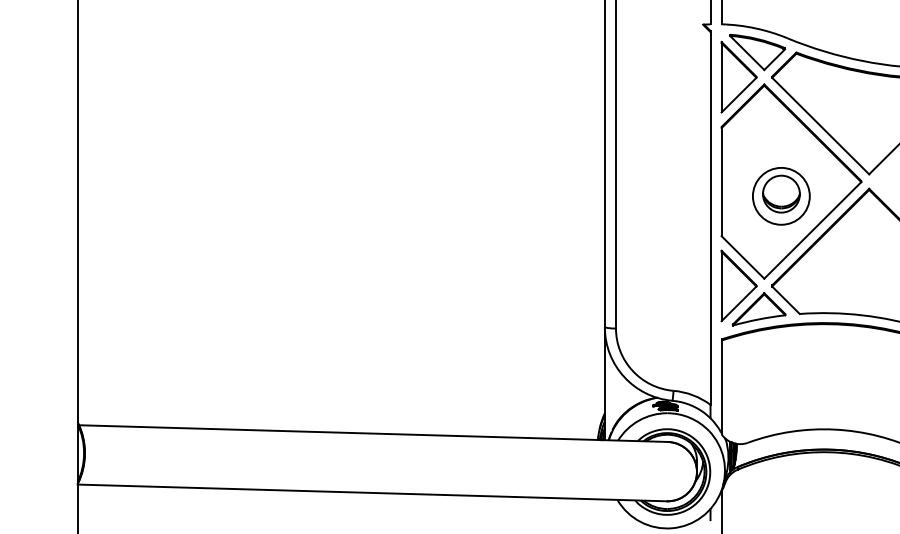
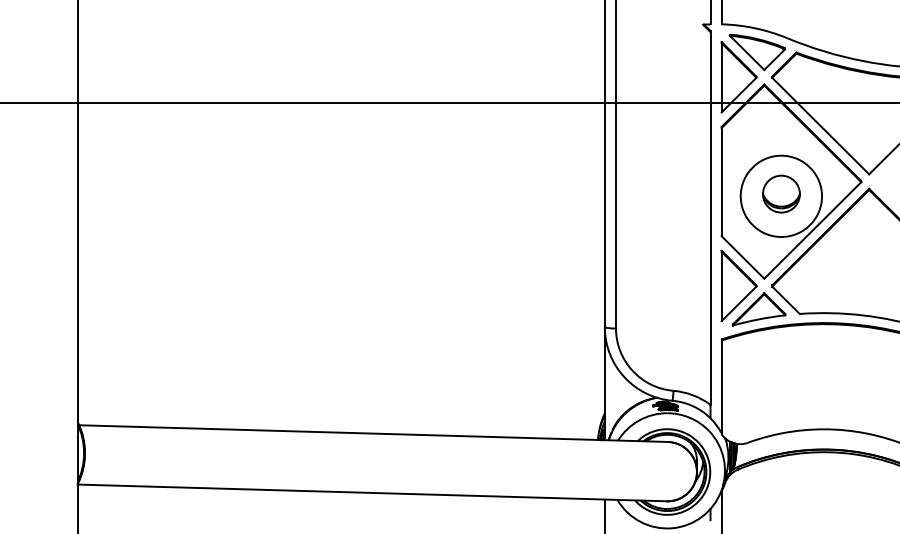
line at (449, 103): none -> present
circle at (780, 195) diameter: 57 px -> 81 px
line at (604, 514): none -> present
